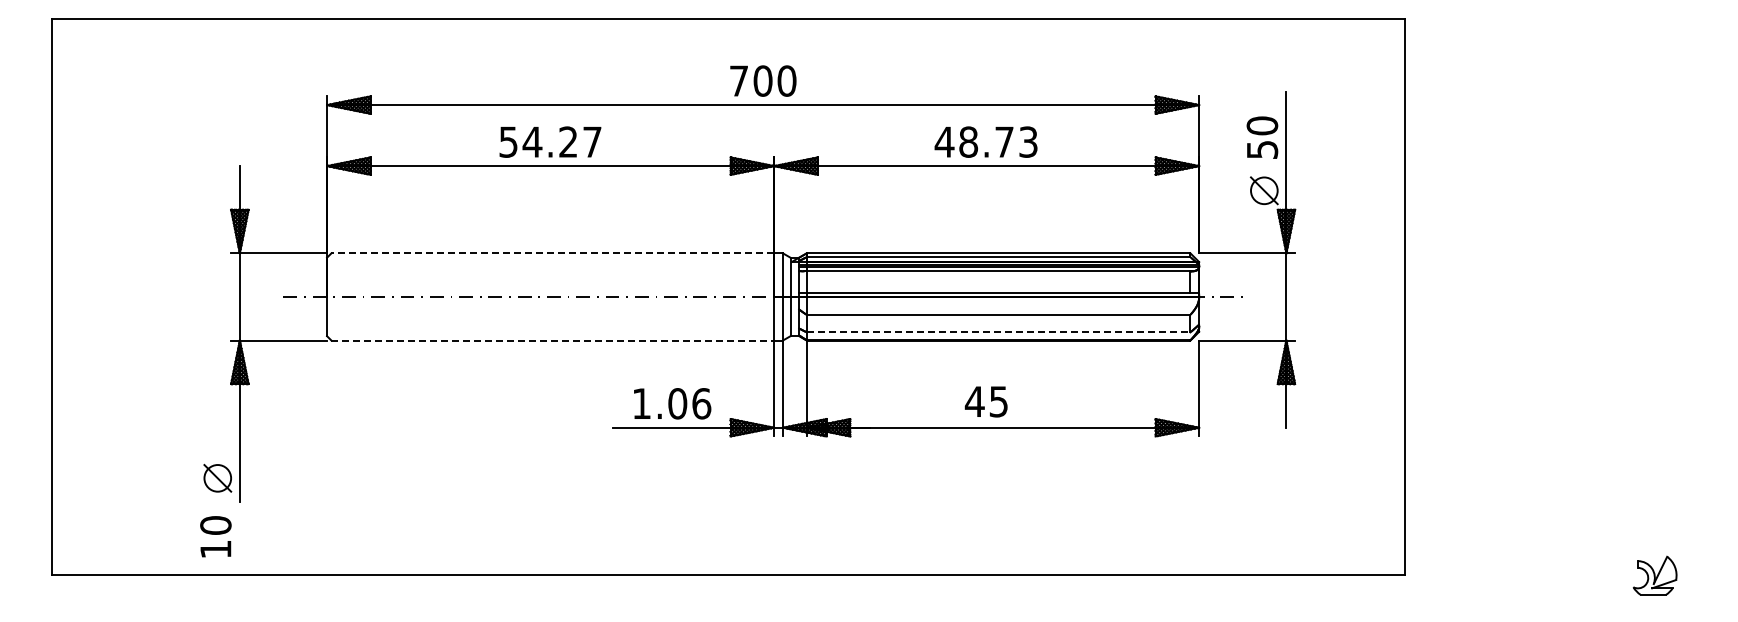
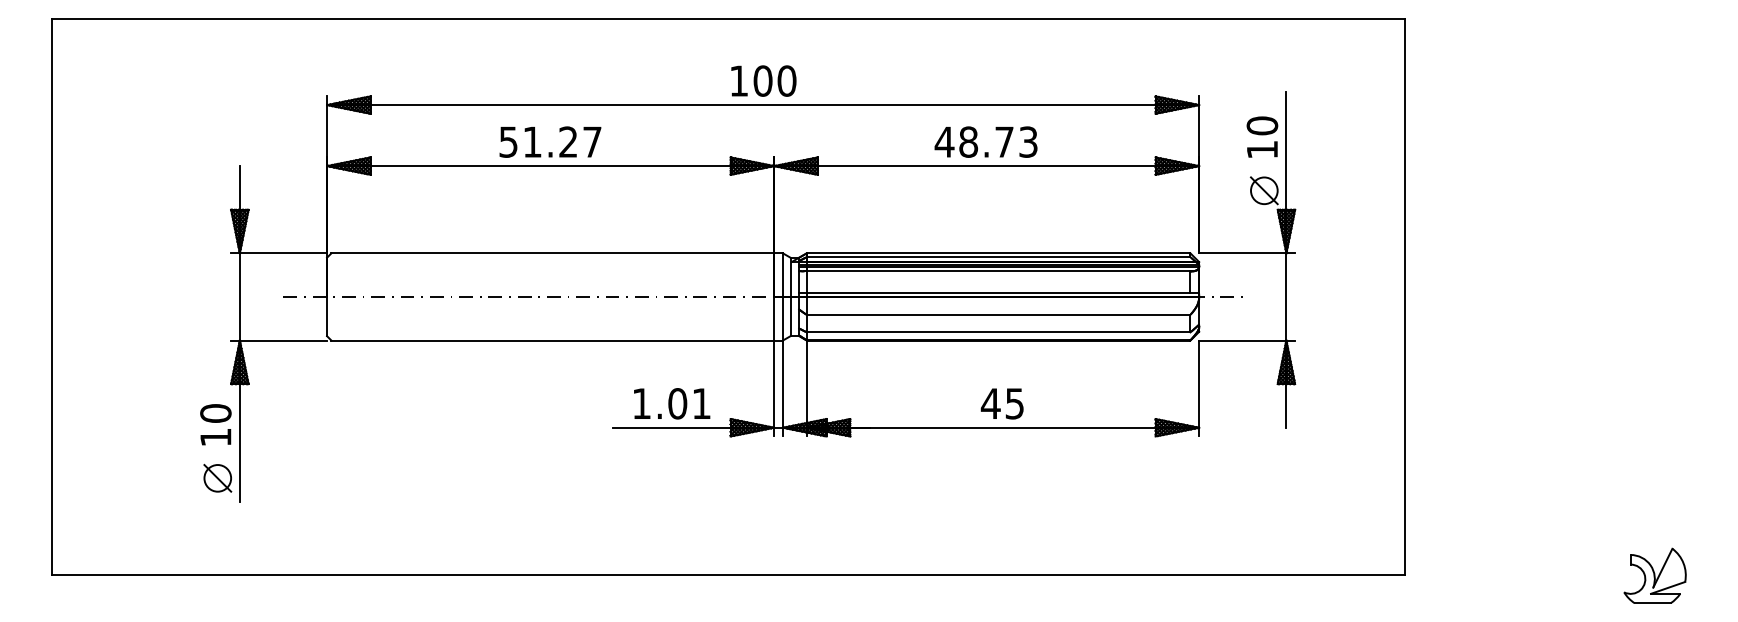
text at (738, 80): 700 -> 100
text at (532, 141): 54.27 -> 51.27
text at (1262, 149): 50 -> 10
line at (552, 253): dashed -> solid
line at (998, 332): dashed -> solid
line at (553, 340): dashed -> solid
text at (985, 401) position: (985, 401) -> (1001, 403)
text at (701, 403): 1.06 -> 1.01
text at (215, 536) position: (215, 536) -> (215, 424)
part at (1654, 575) size: 46x41 px -> 64x57 px
